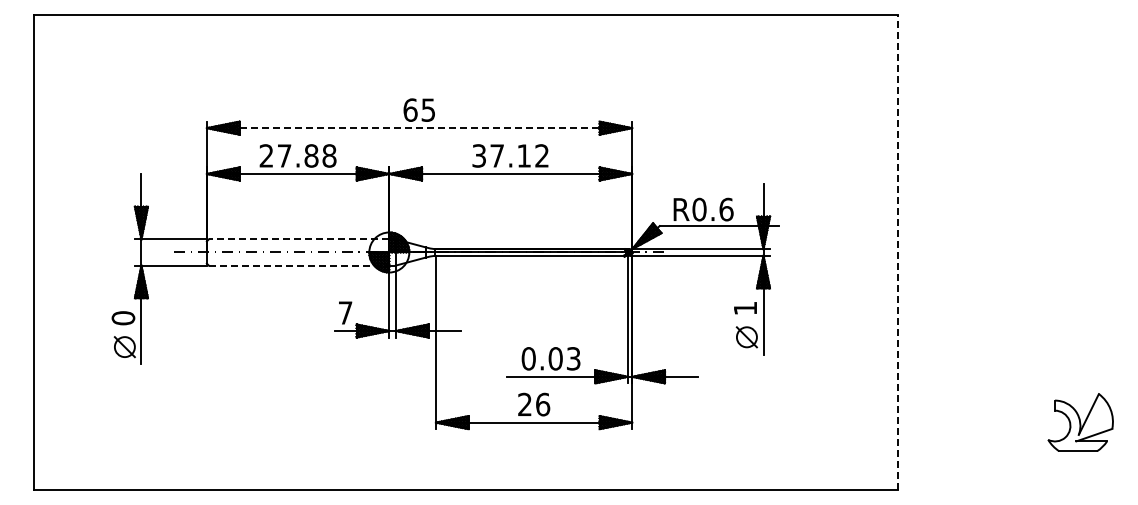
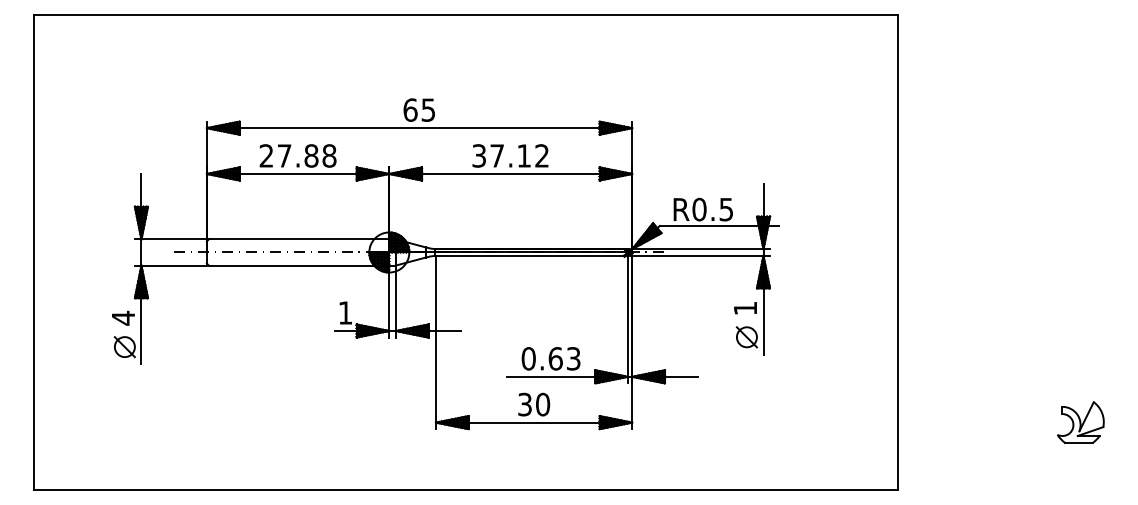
line at (419, 128): dashed -> solid
text at (726, 209): R0.6 -> R0.5
line at (298, 239): dashed -> solid
line at (897, 252): dashed -> solid
line at (299, 265): dashed -> solid
text at (345, 312): 7 -> 1
text at (123, 317): 0 -> 4
text at (555, 358): 0.03 -> 0.63
text at (534, 404): 26 -> 30
part at (1080, 422) size: 67x59 px -> 48x43 px
